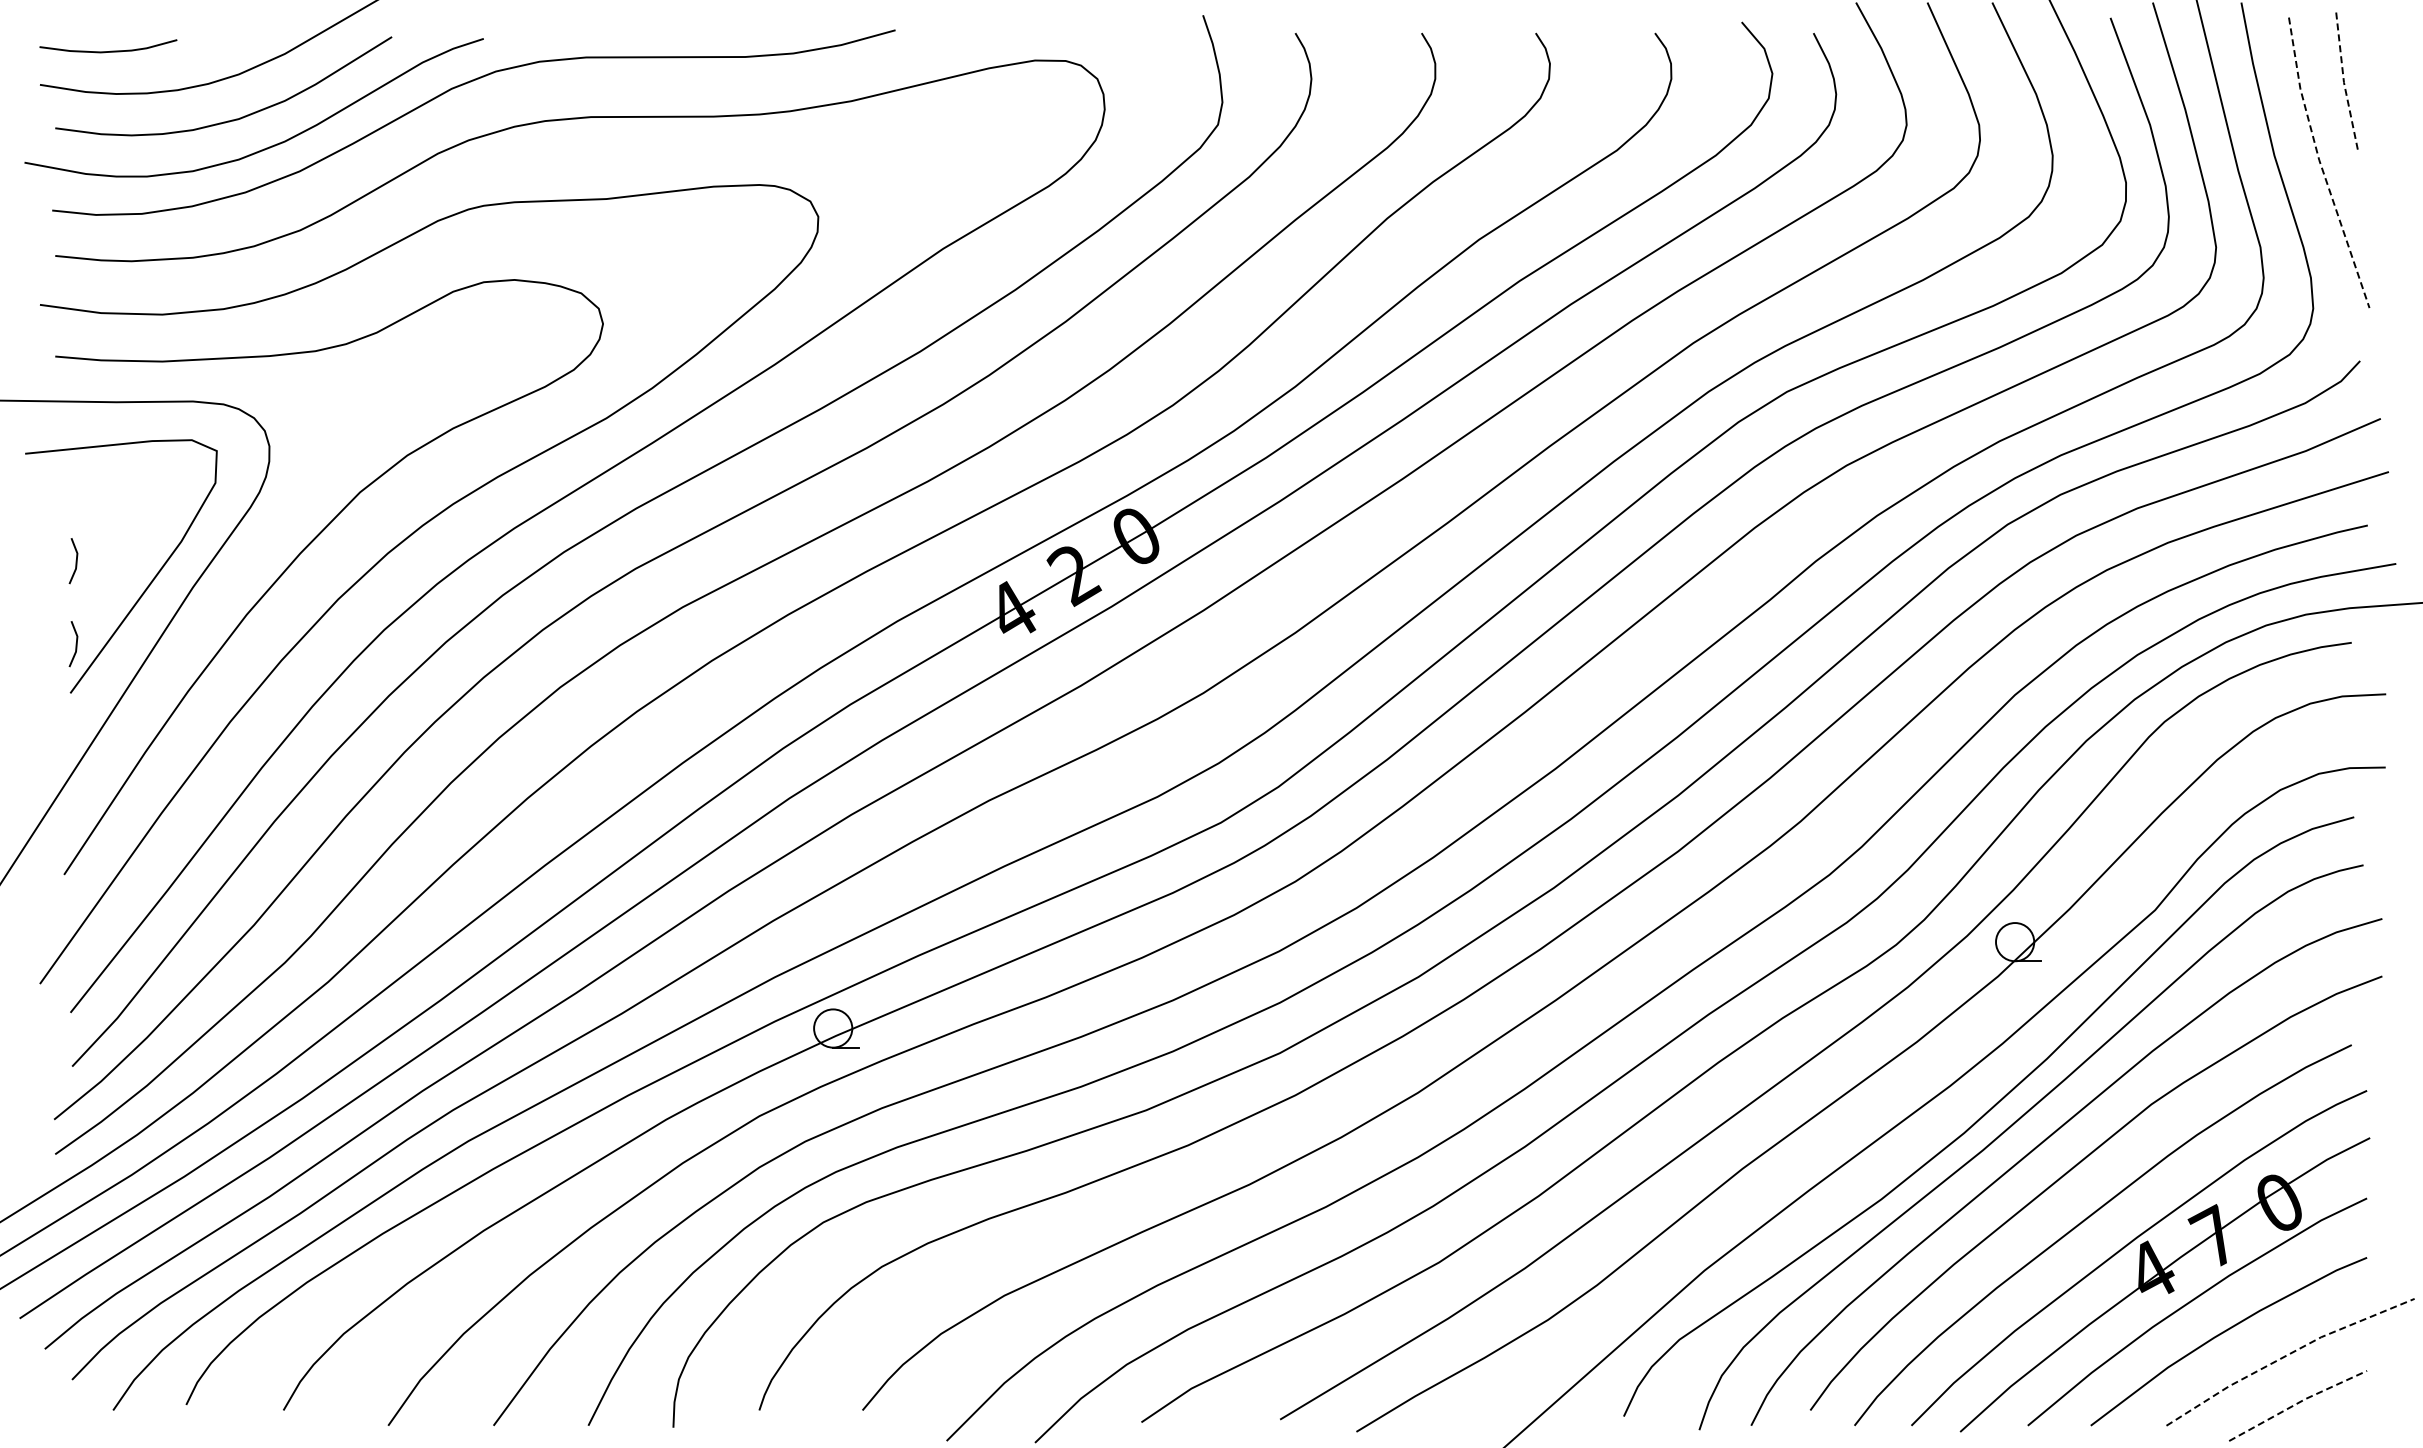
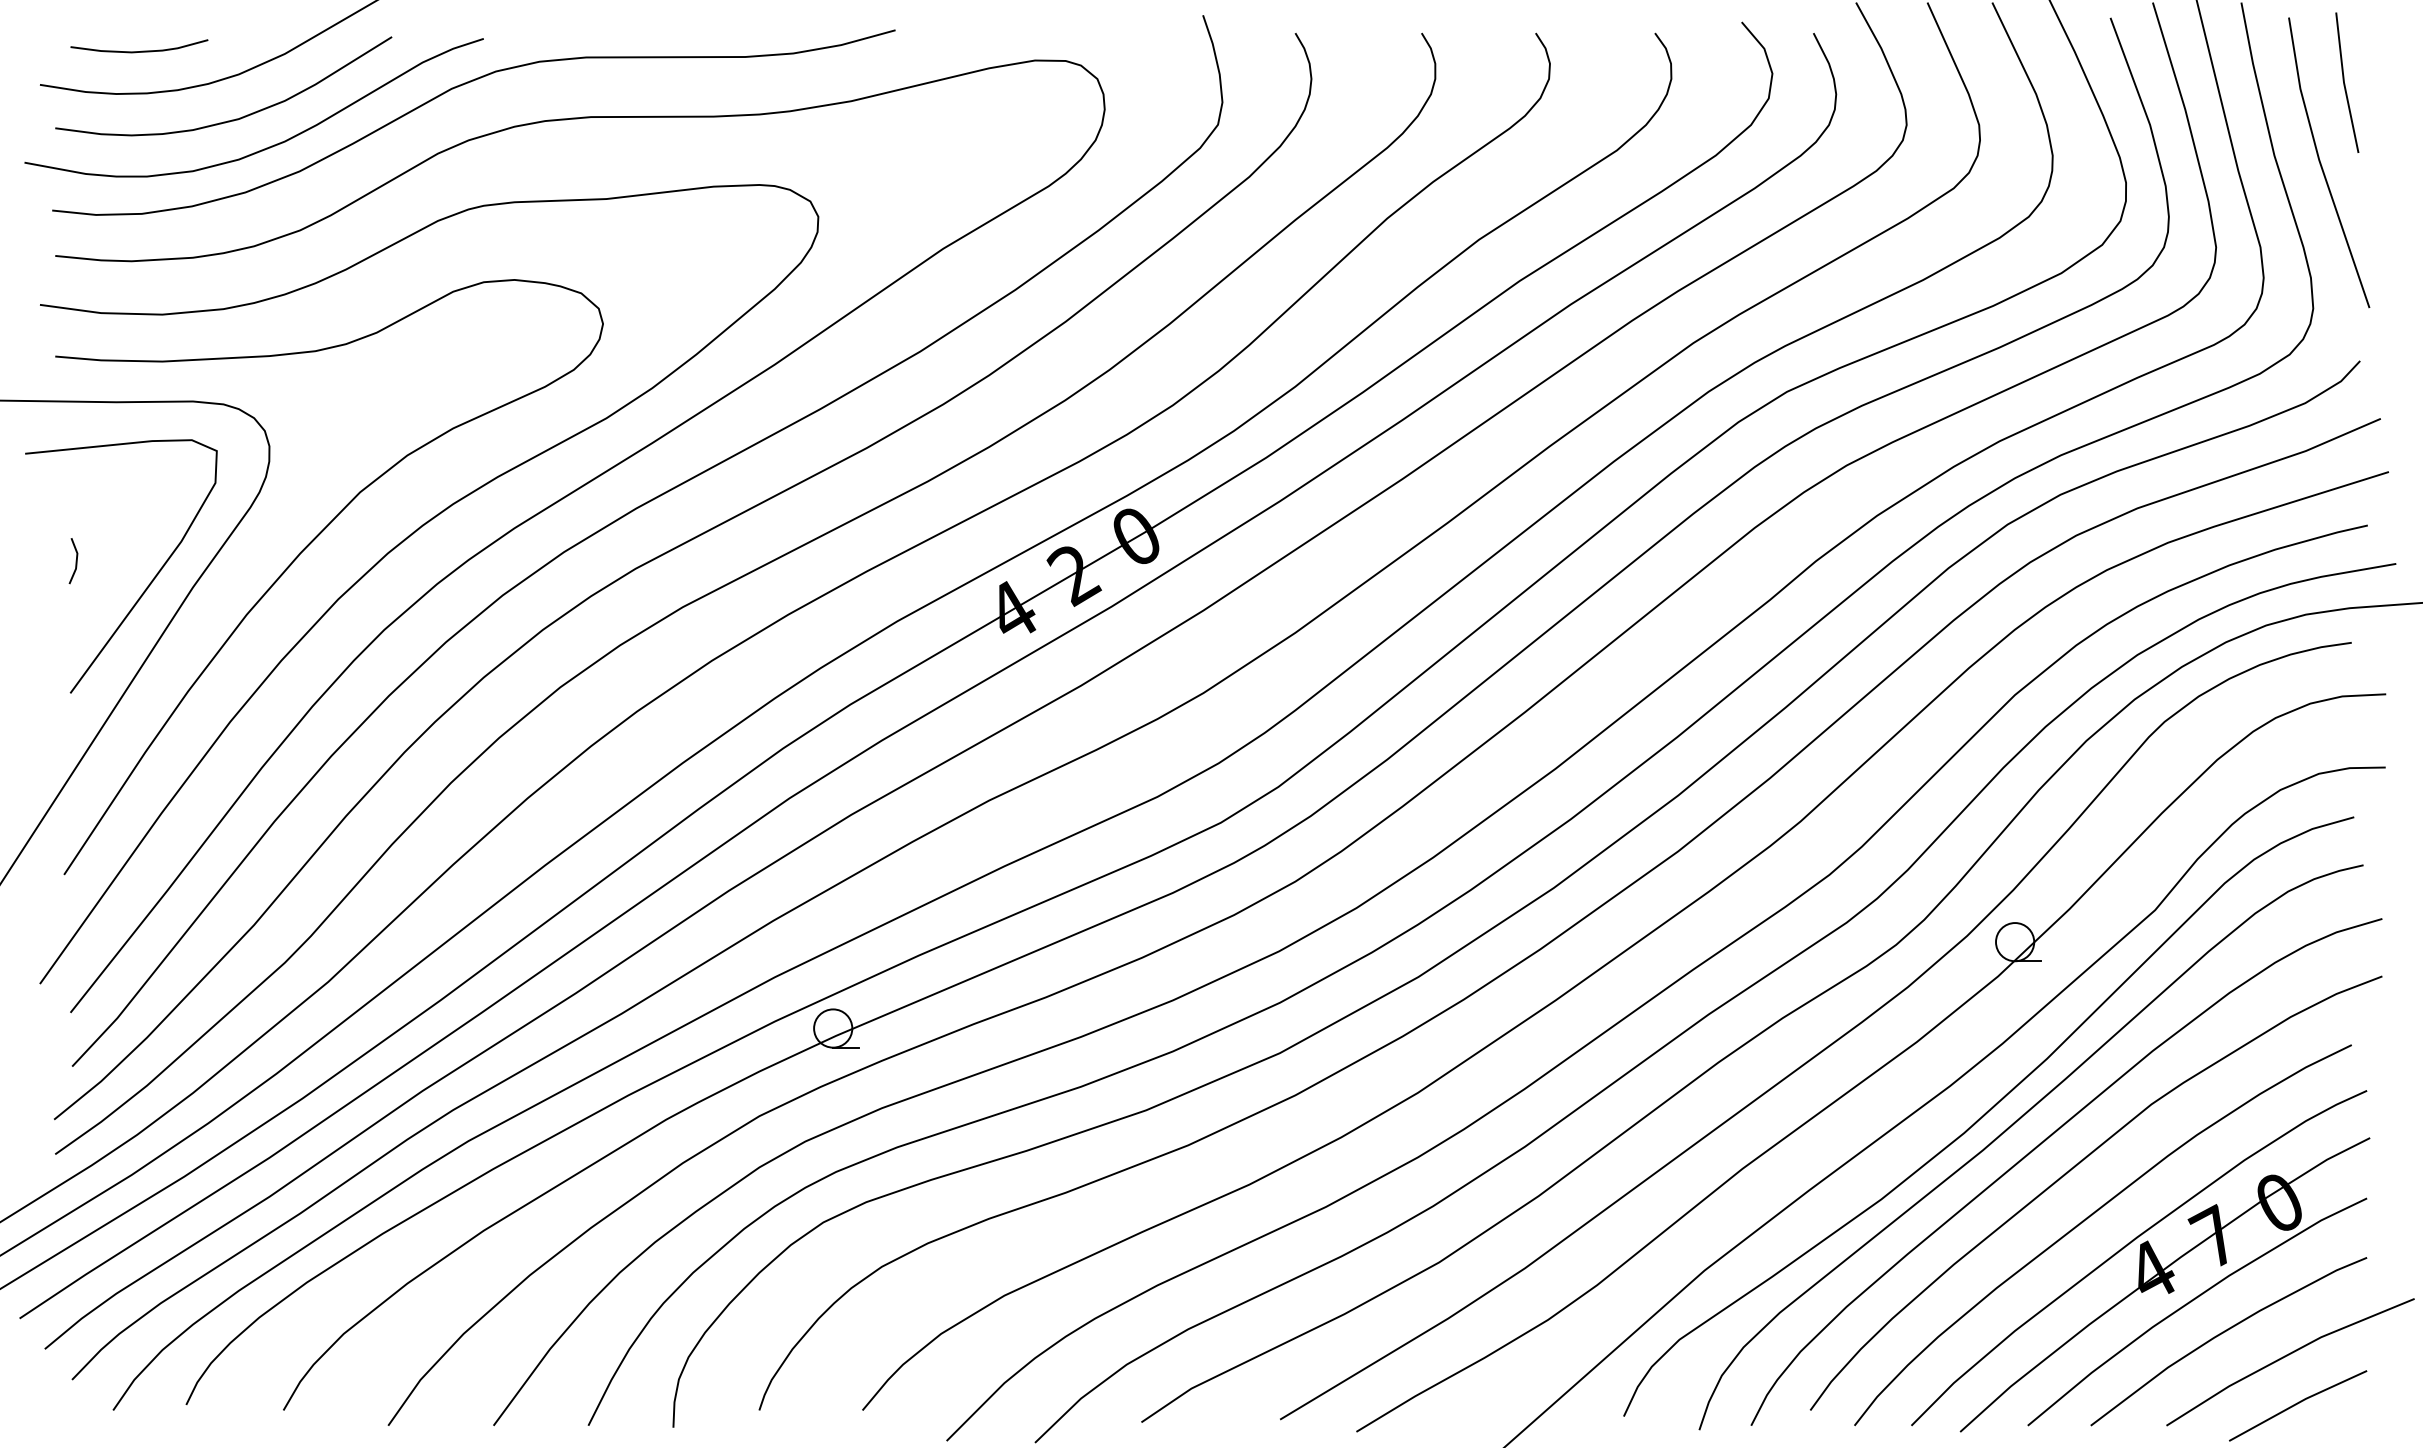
curve at (110, 50) position: (110, 50) -> (141, 50)
line at (2344, 82): dashed -> solid
line at (2320, 163): dashed -> solid
line at (75, 644): present -> none
line at (2287, 1355): dashed -> solid
line at (2298, 1403): dashed -> solid
